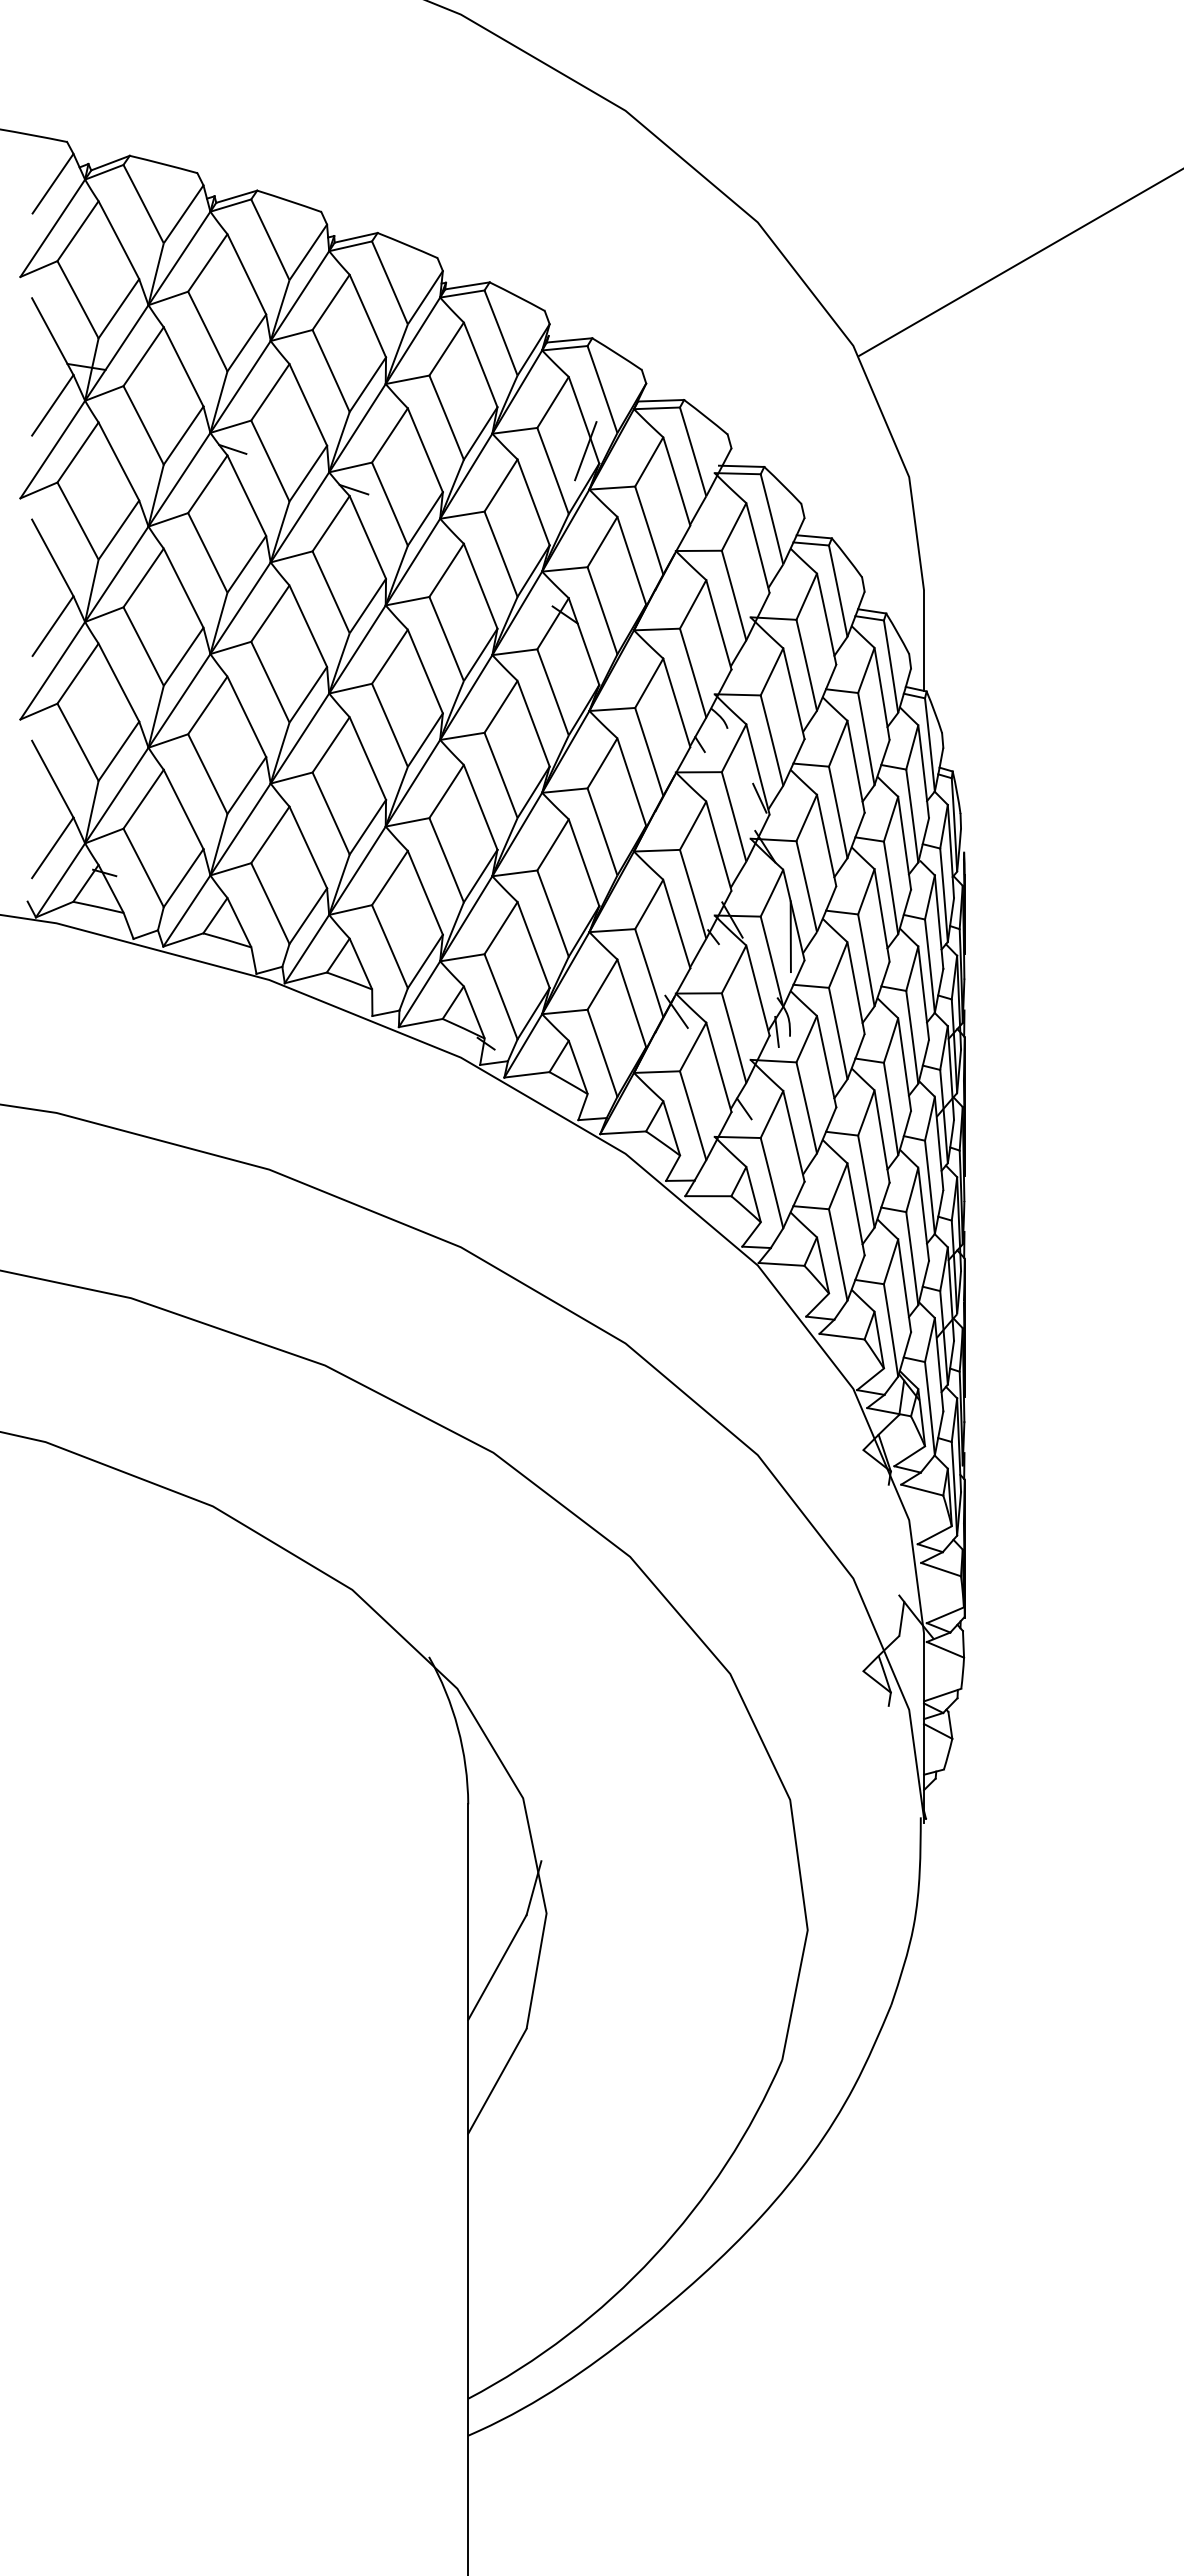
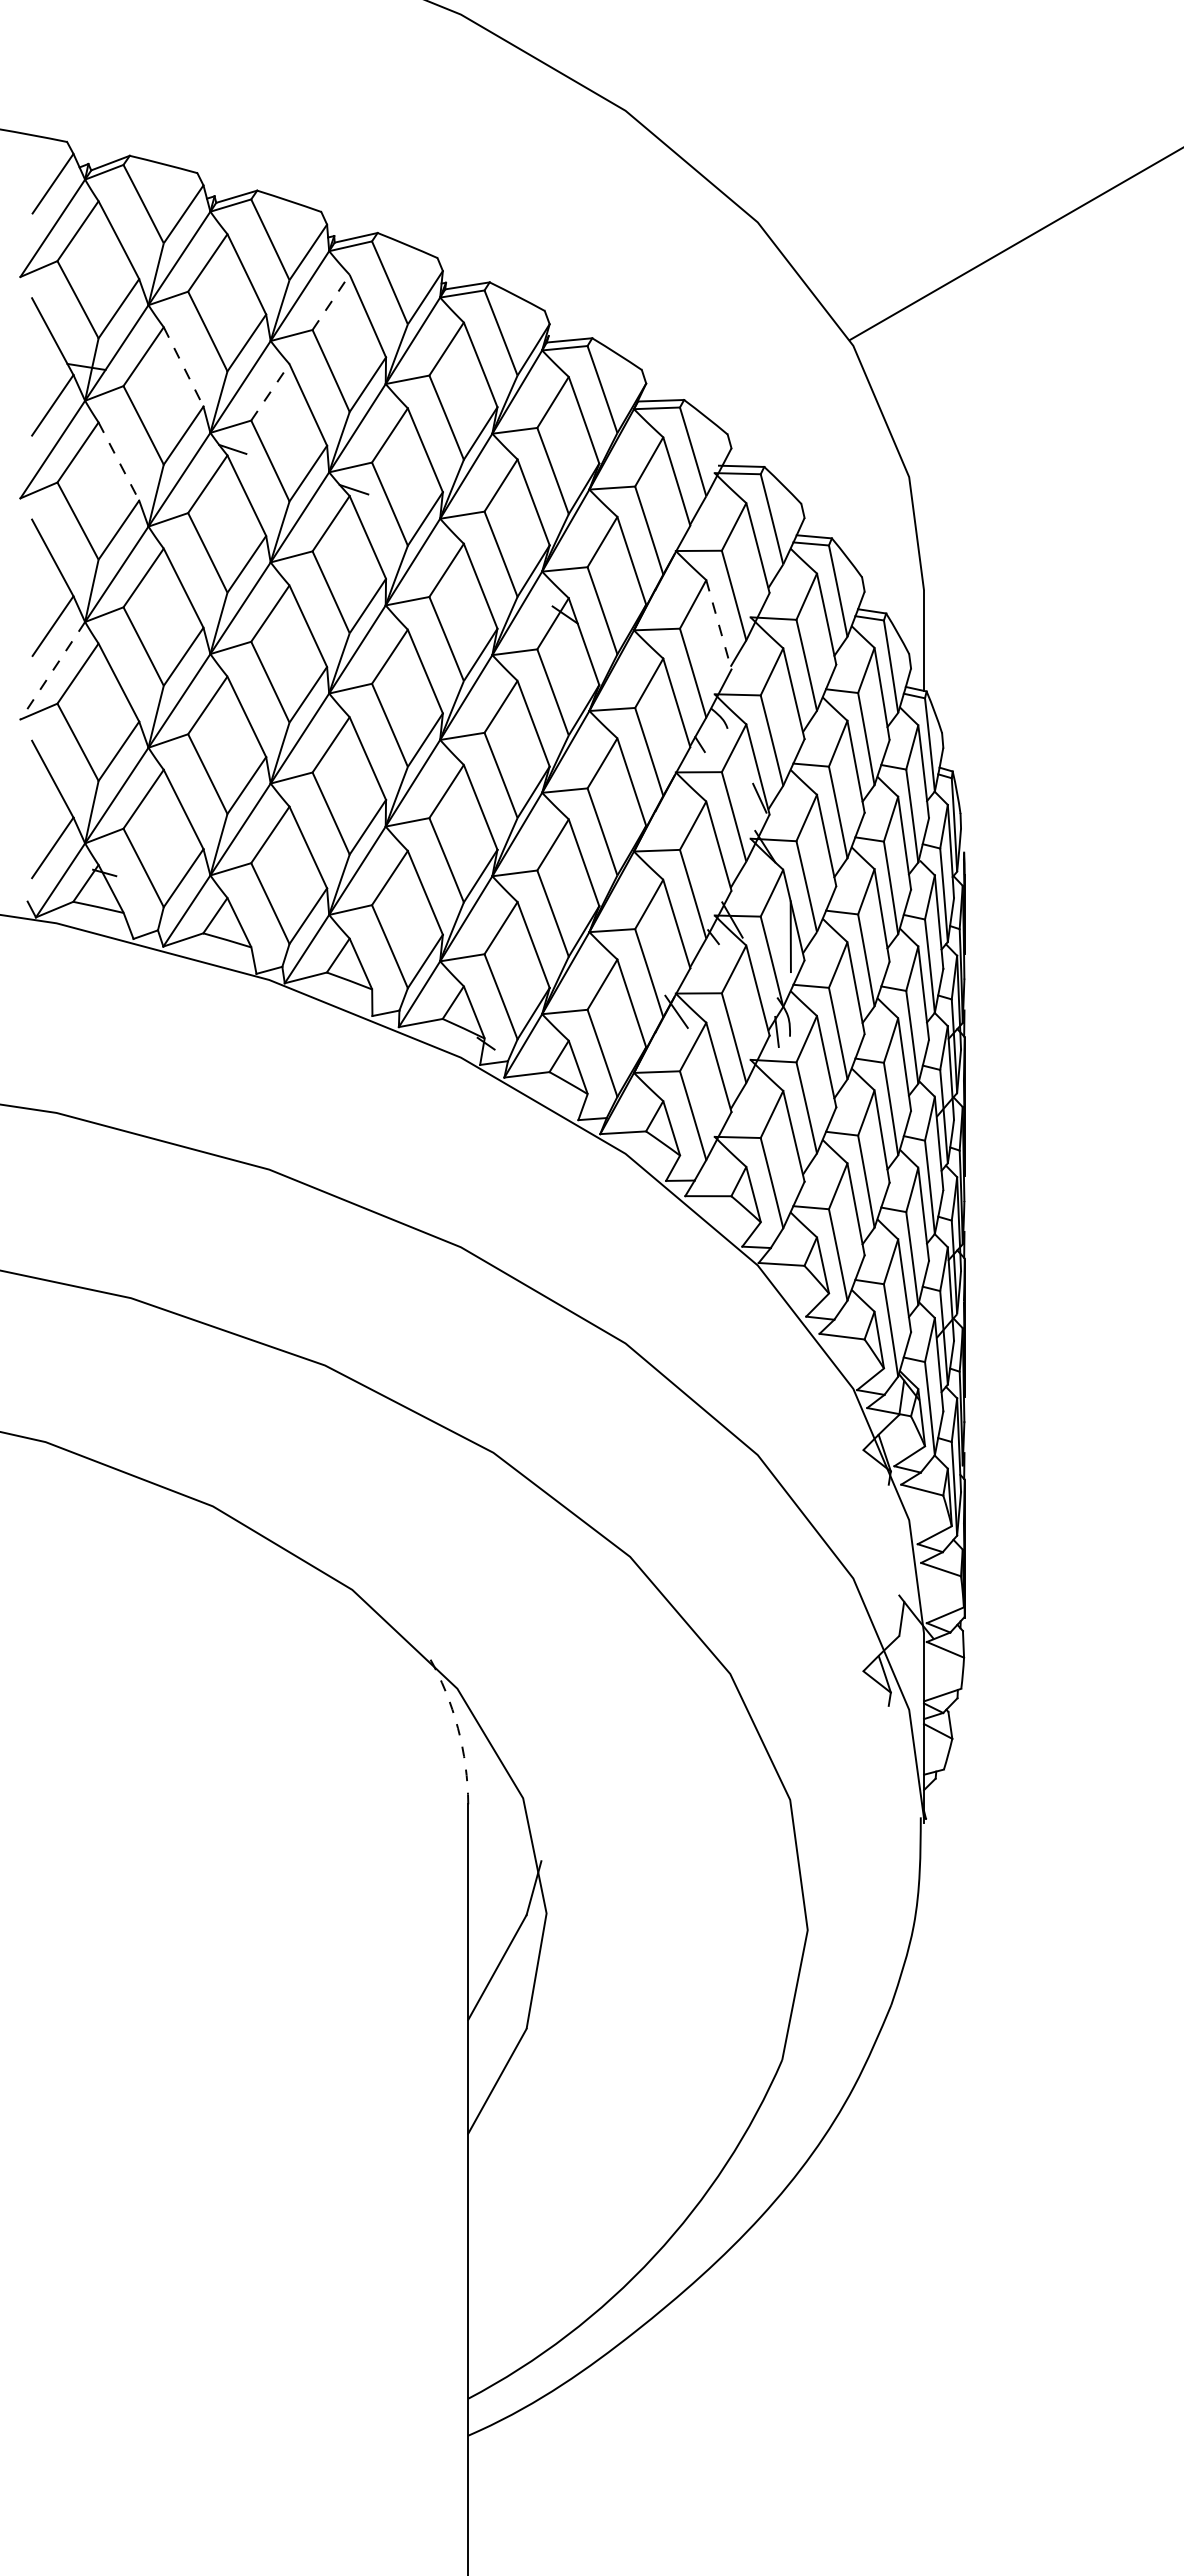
line at (1019, 262) position: (1019, 262) -> (1015, 244)
line at (331, 302): solid -> dashed
line at (183, 367): solid -> dashed
line at (270, 391): solid -> dashed
line at (585, 451): present -> none
line at (119, 461): solid -> dashed
line at (719, 625): solid -> dashed
line at (52, 671): solid -> dashed
line at (744, 1108): present -> none
arc at (457, 1728): solid -> dashed
